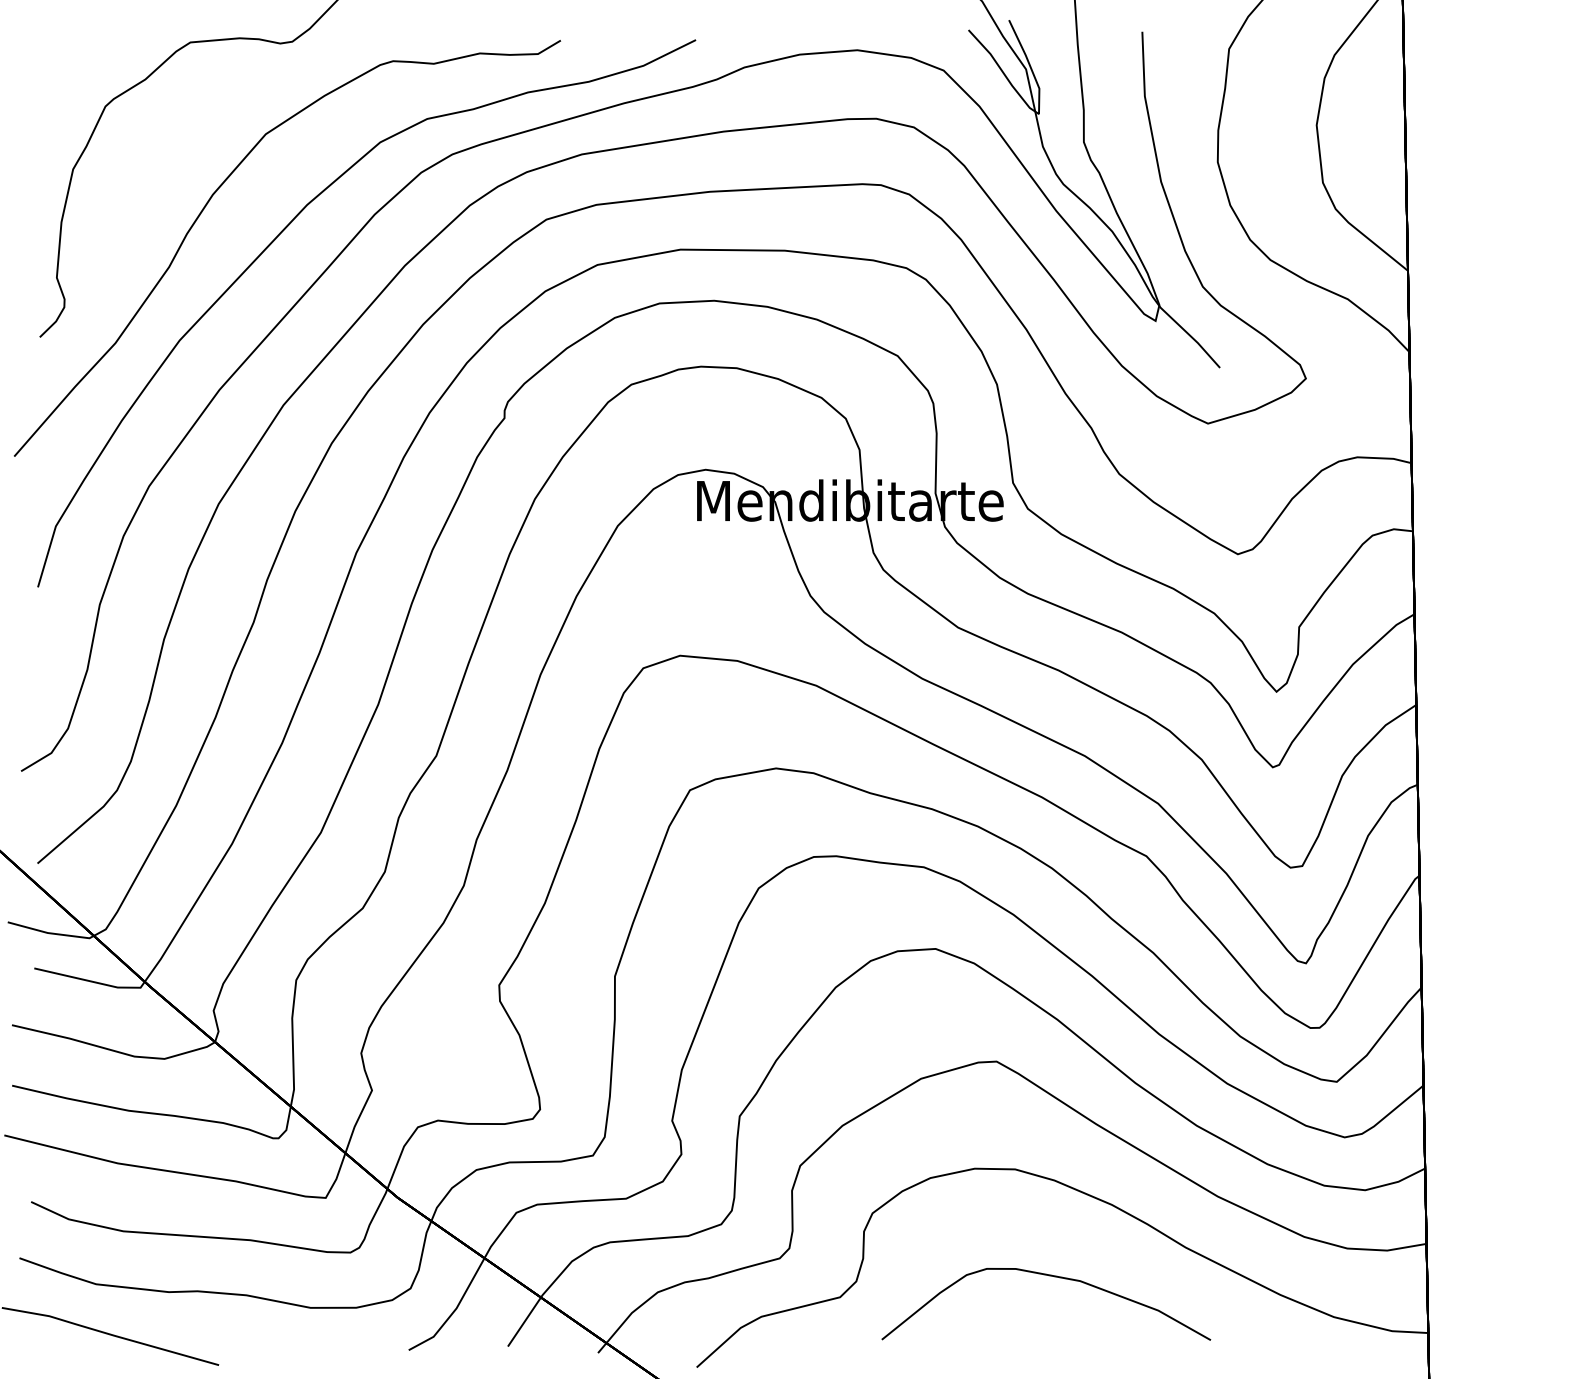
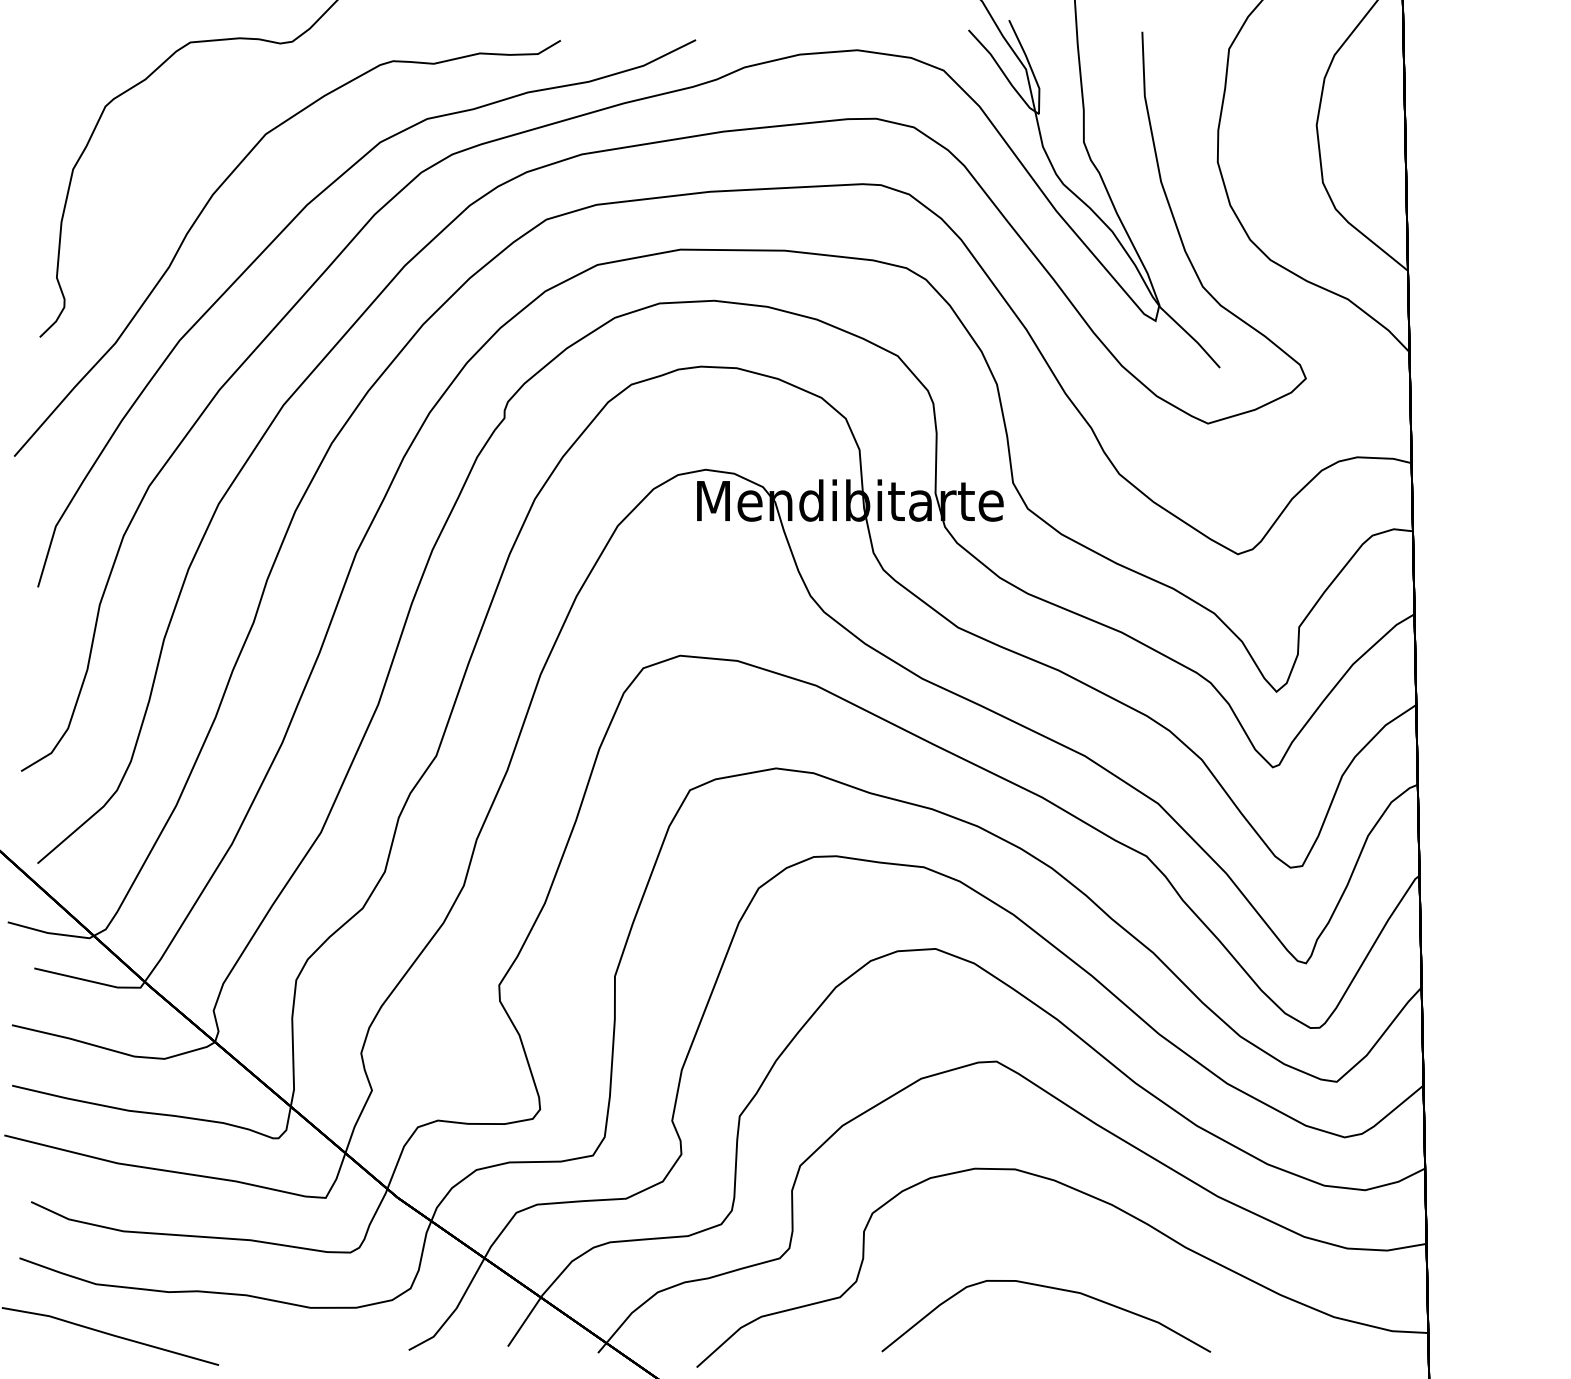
part at (1049, 1276) position: (1049, 1276) -> (1049, 1288)
